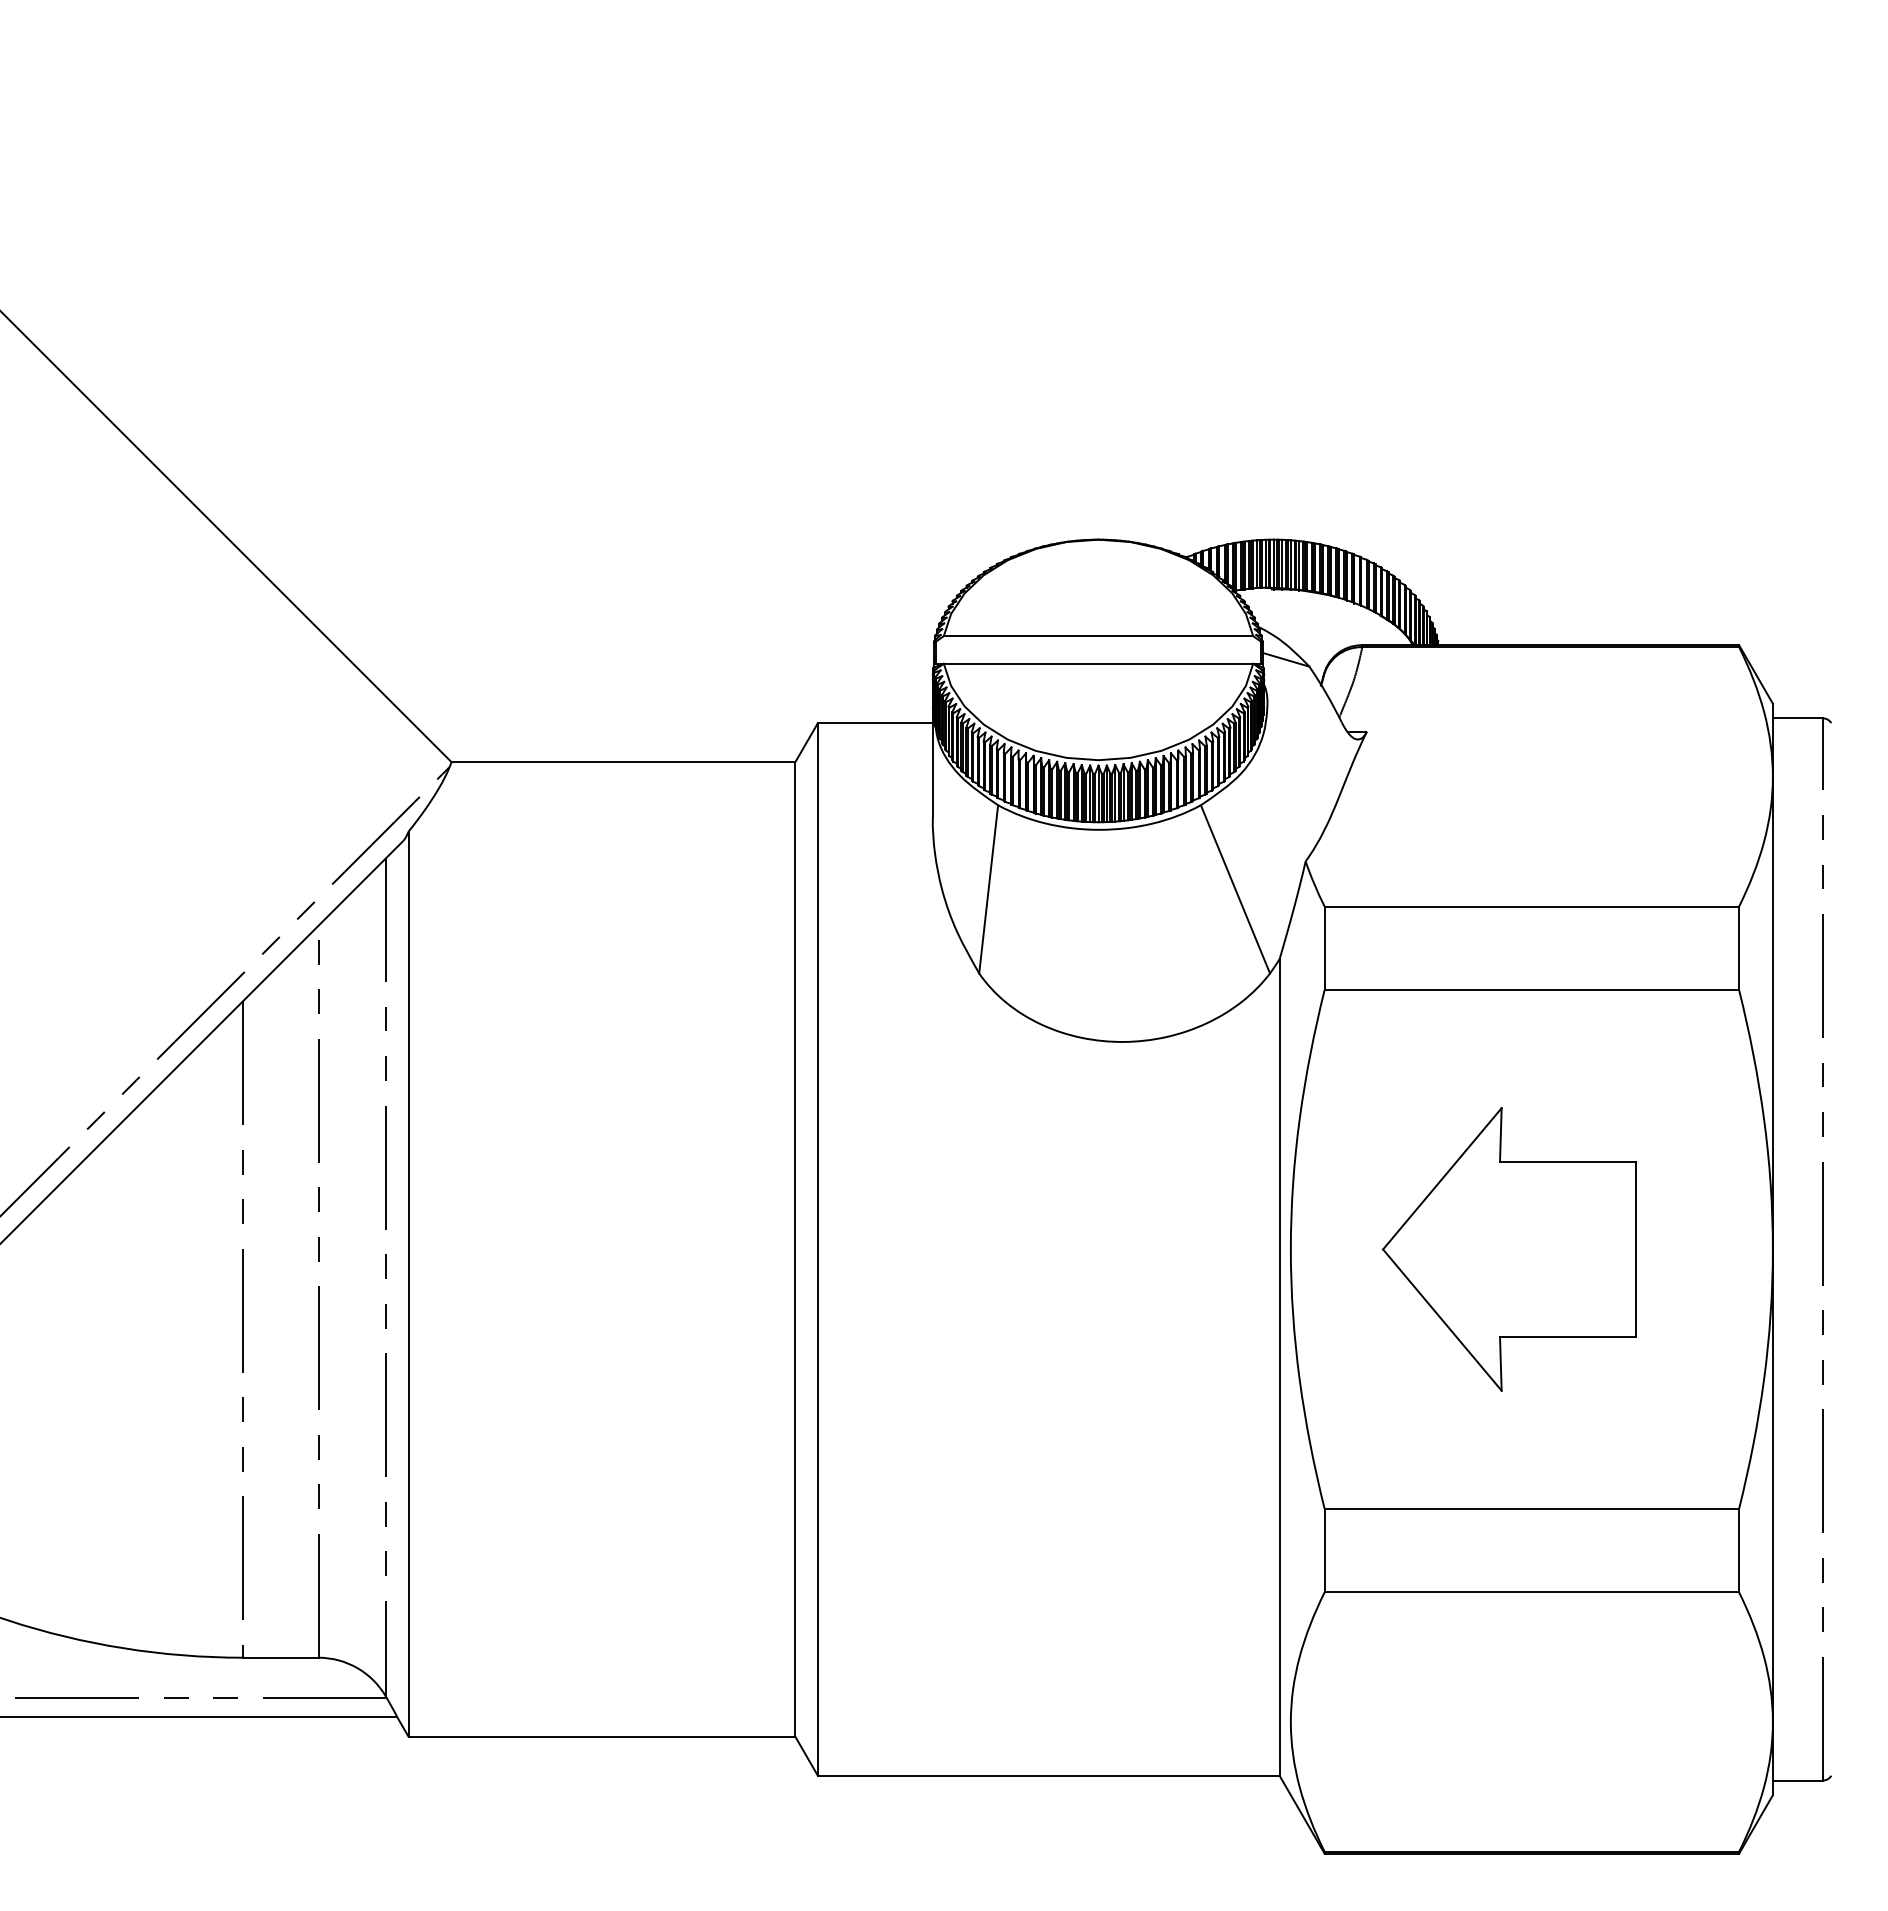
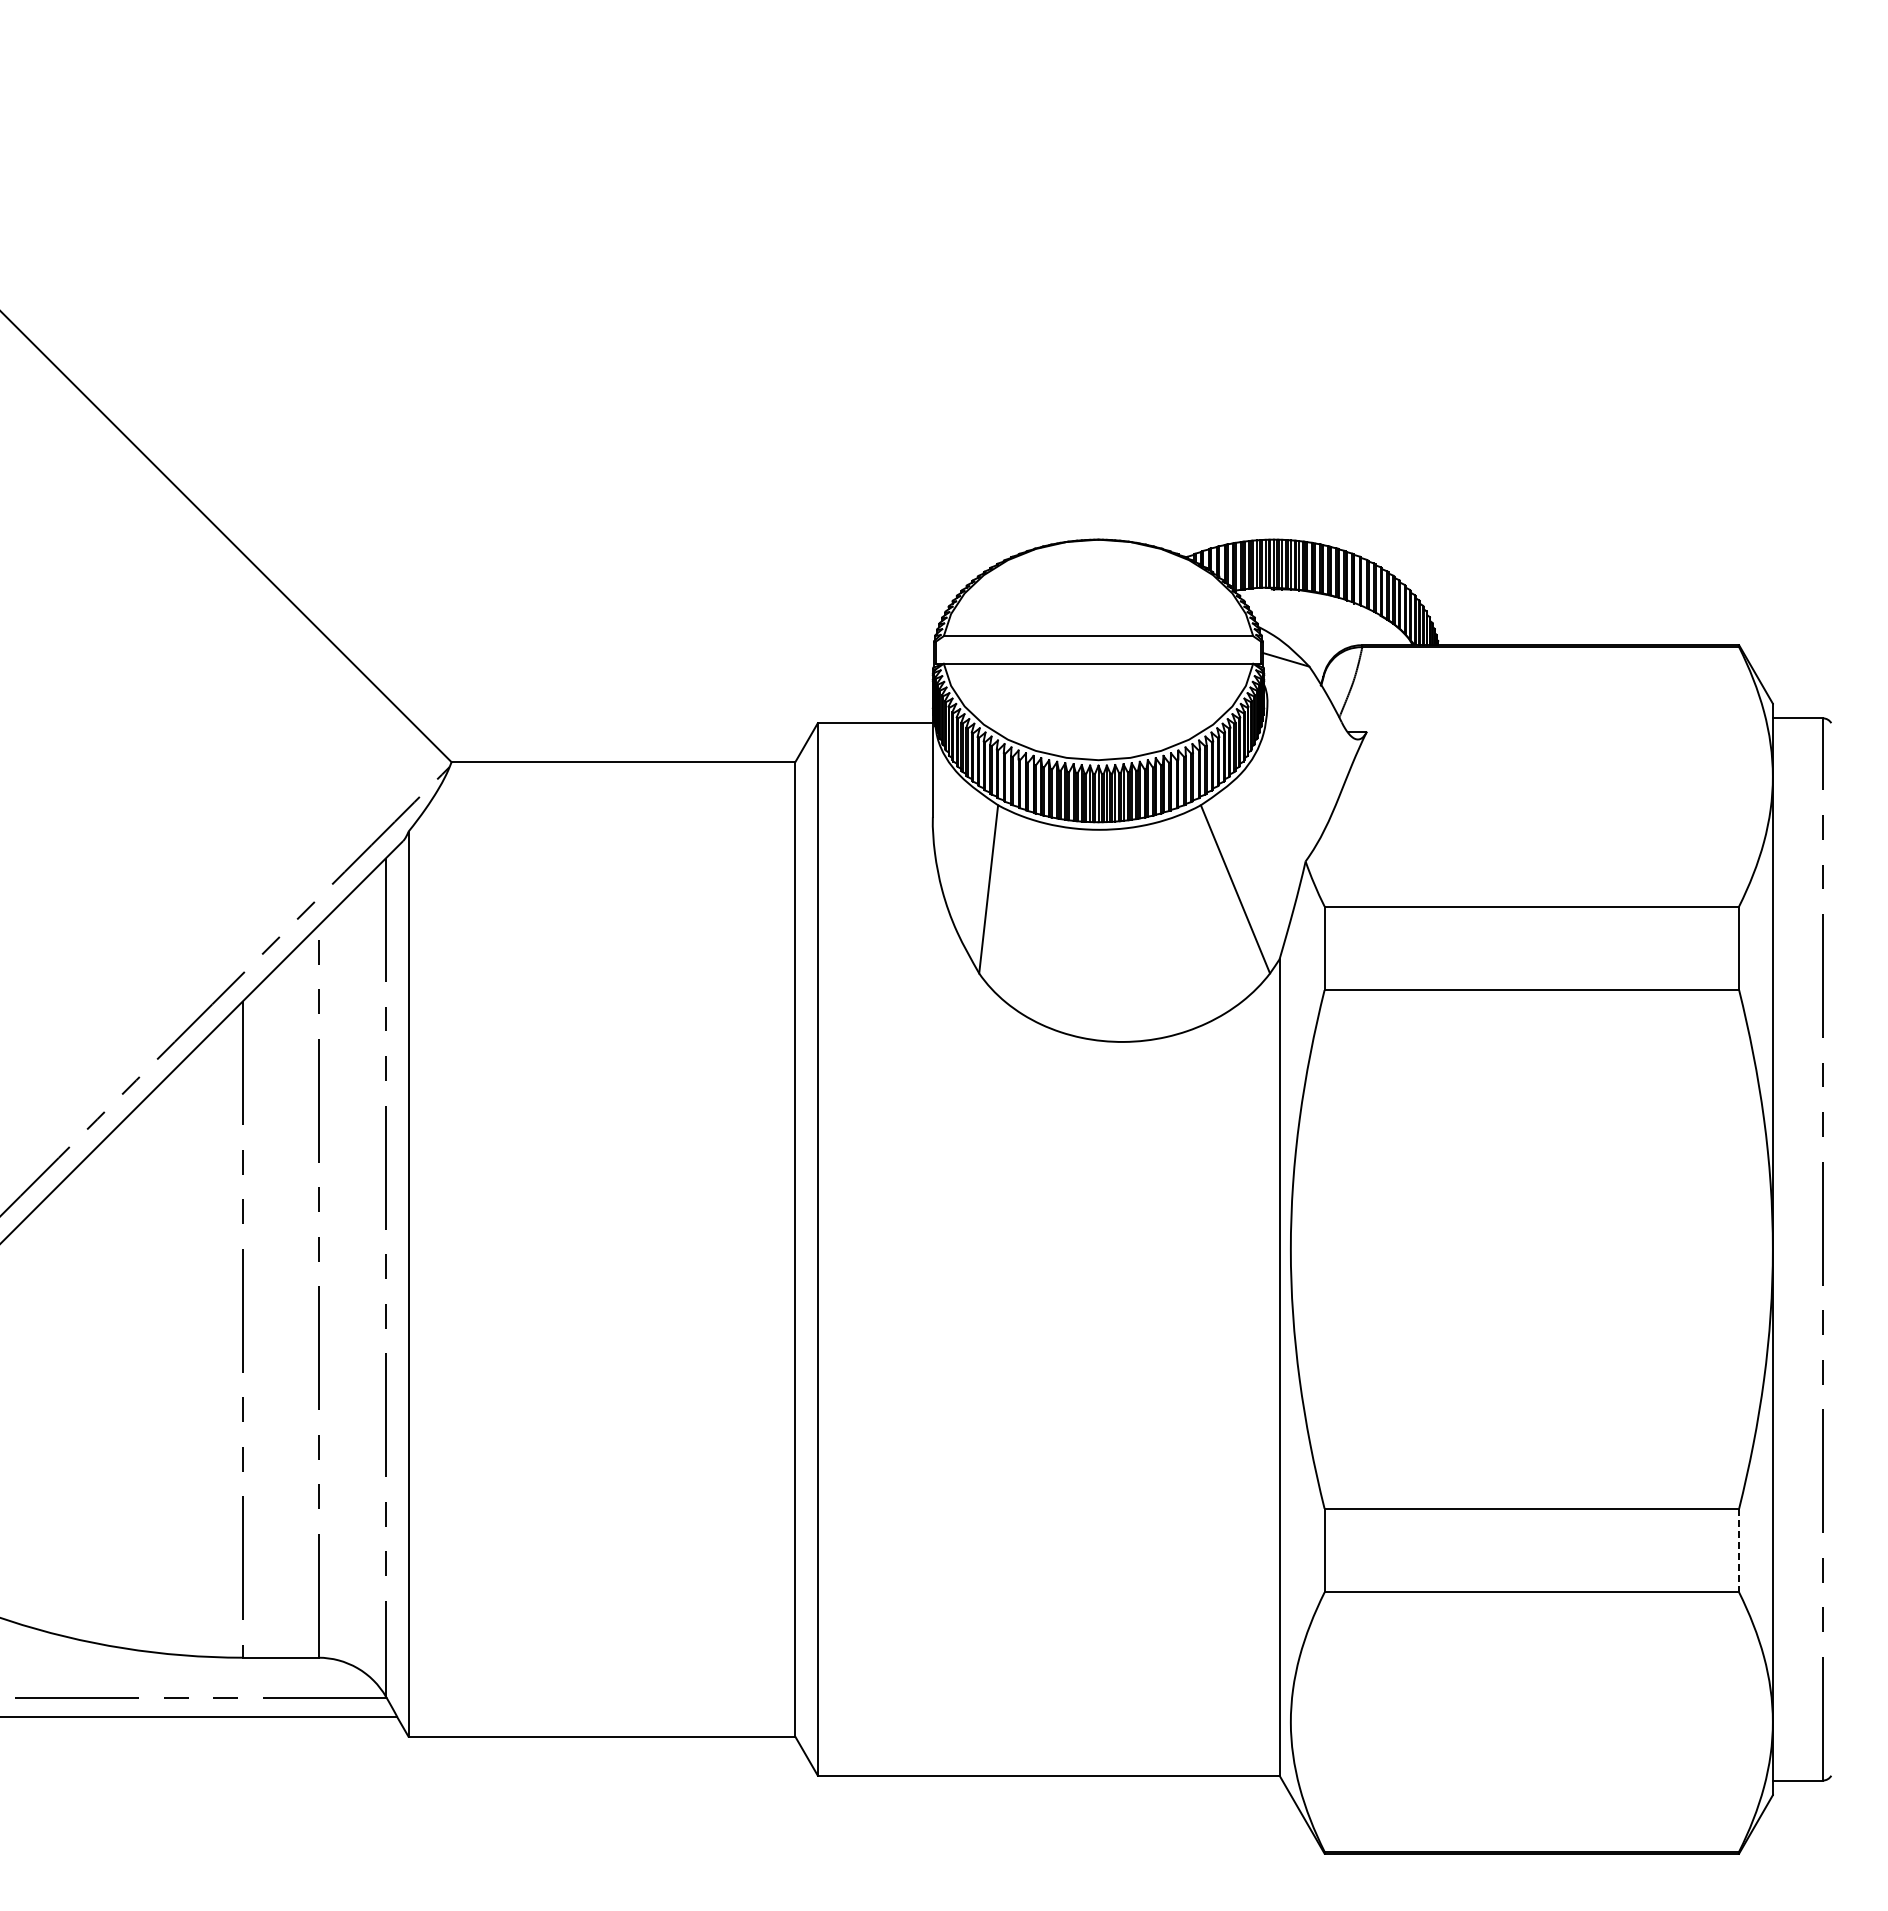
part at (1508, 1249): present -> none
line at (1739, 1550): solid -> dashed
